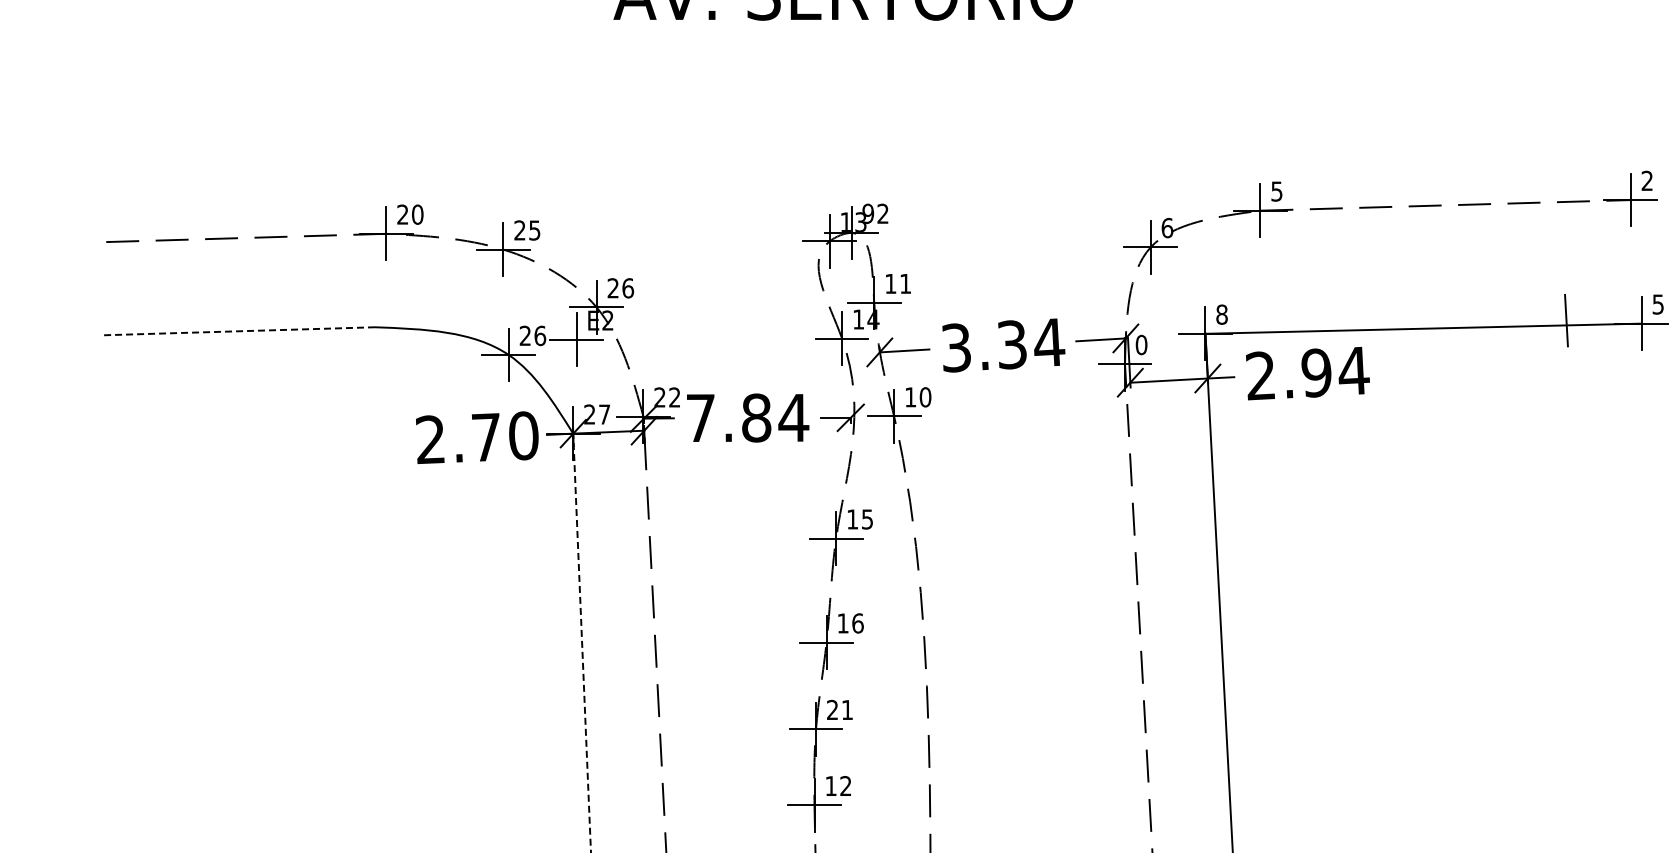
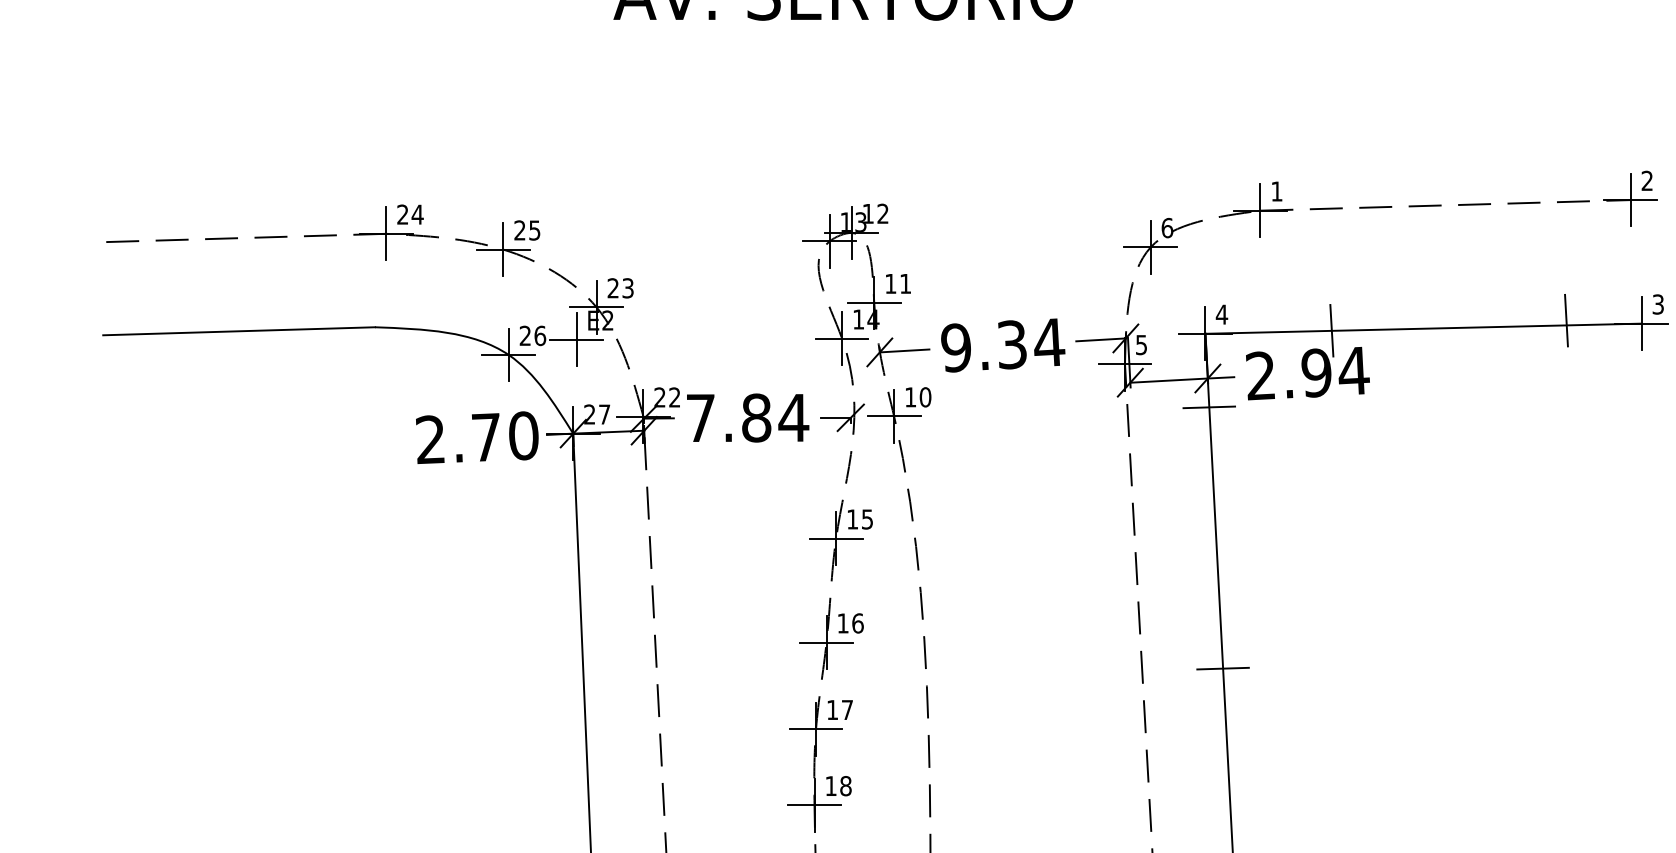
text at (1276, 191): 5 -> 1
text at (868, 213): 92 -> 12
text at (417, 214): 20 -> 24
text at (628, 288): 26 -> 23
text at (1658, 303): 5 -> 3
text at (1221, 314): 8 -> 4
line at (1331, 330): none -> present
line at (239, 331): dashed -> solid
text at (1141, 344): 0 -> 5
text at (955, 347): 3.34 -> 9.34
line at (1209, 407): none -> present
line at (582, 643): dashed -> solid
line at (1222, 668): none -> present
text at (839, 709): 21 -> 17
text at (845, 786): 12 -> 18
